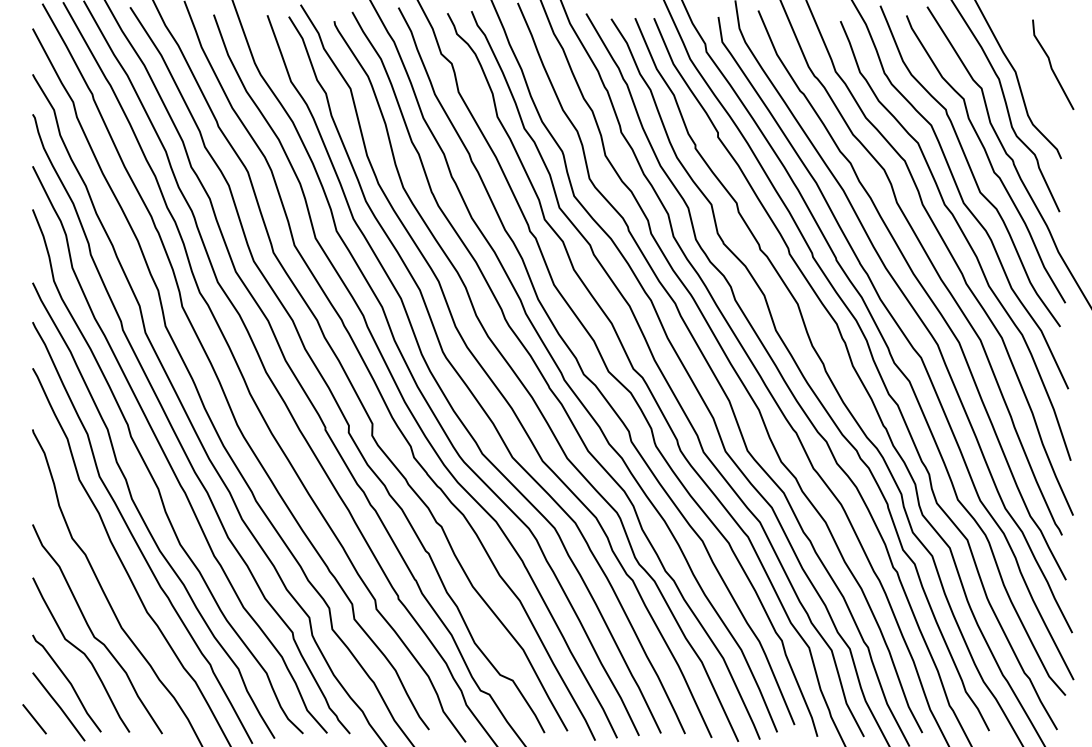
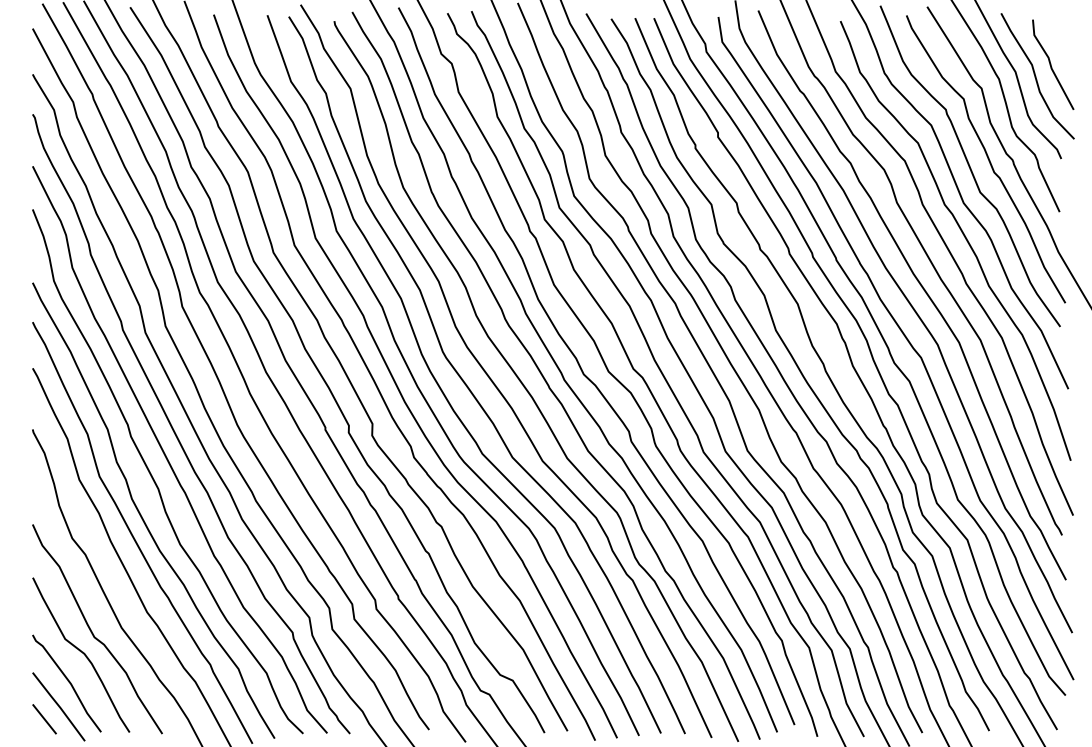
curve at (1036, 76): none -> present
line at (34, 719) position: (34, 719) -> (44, 719)
